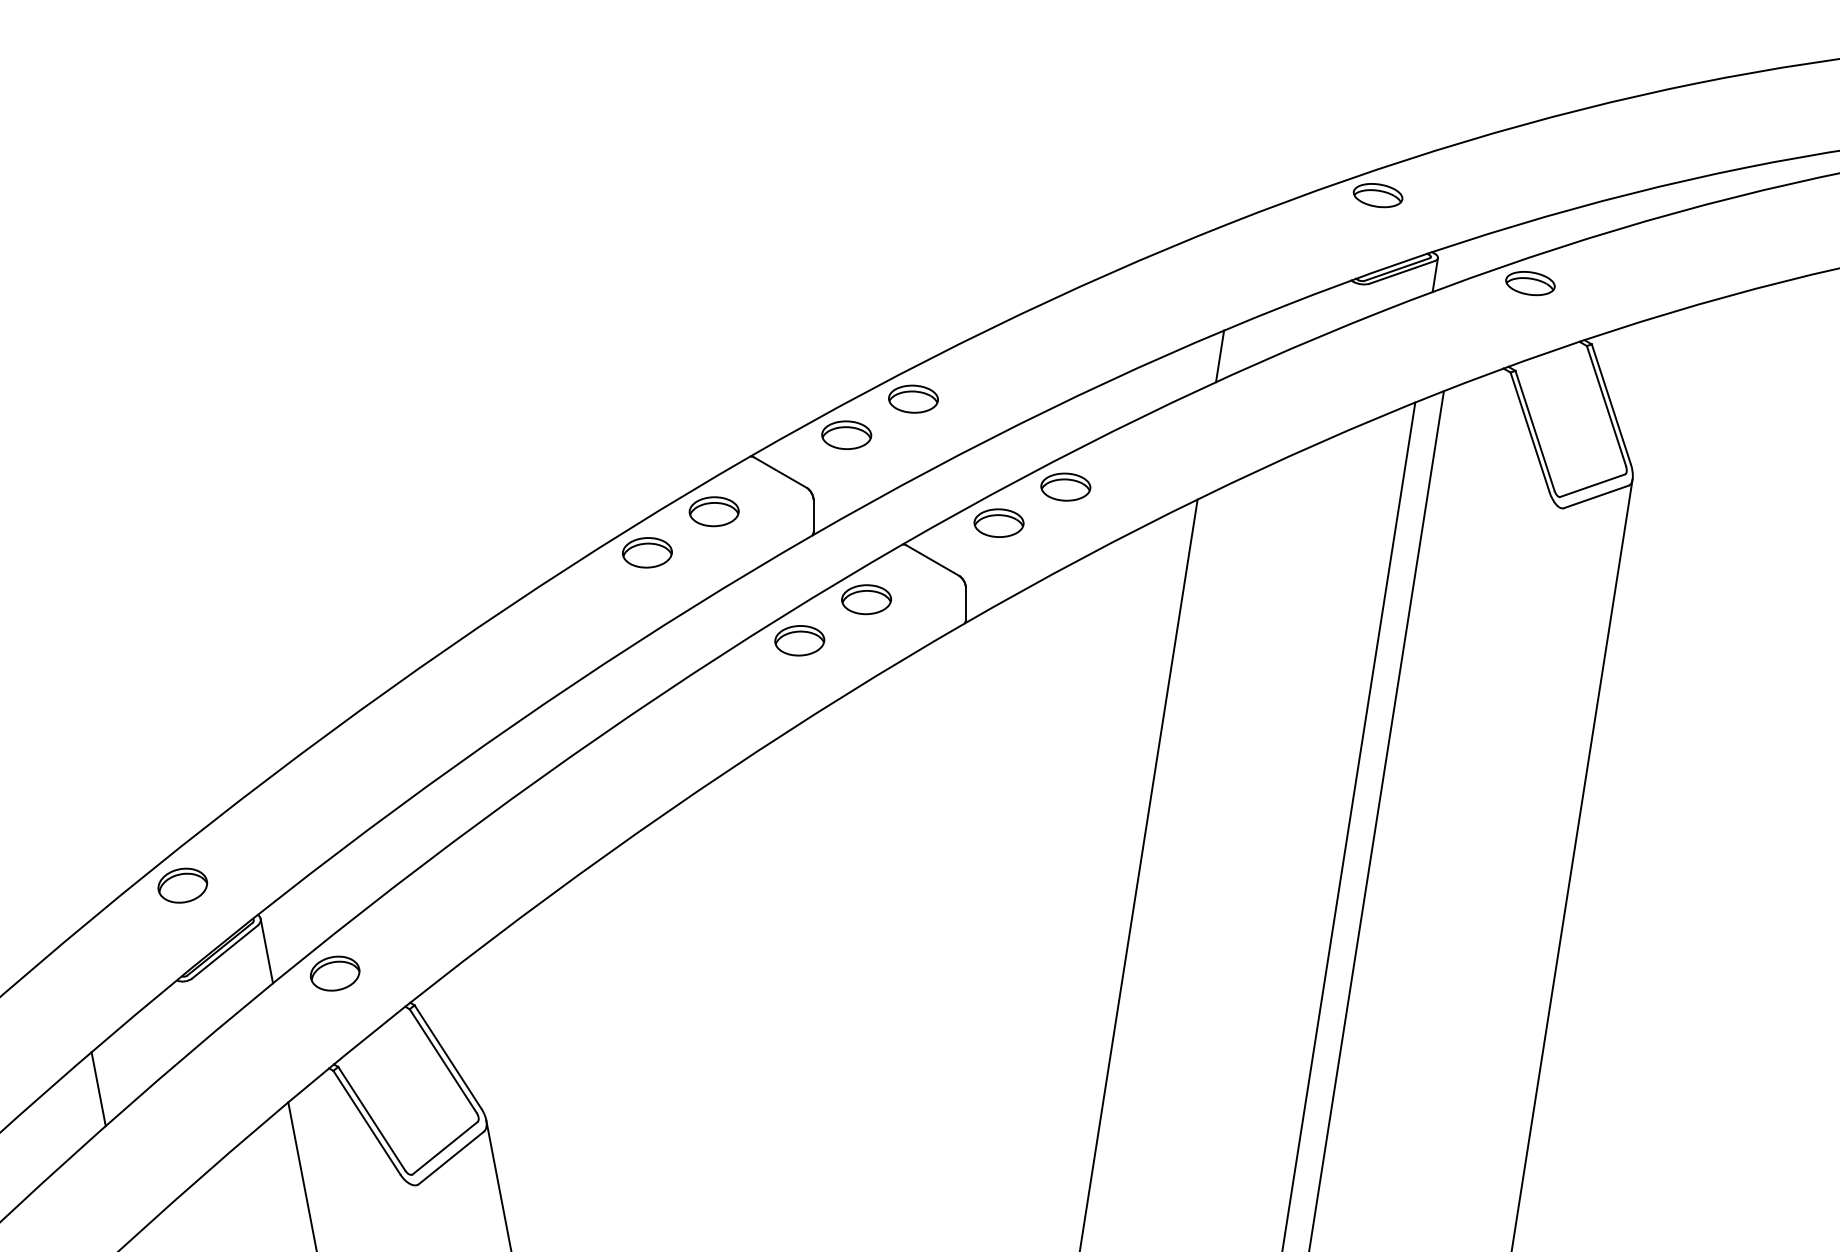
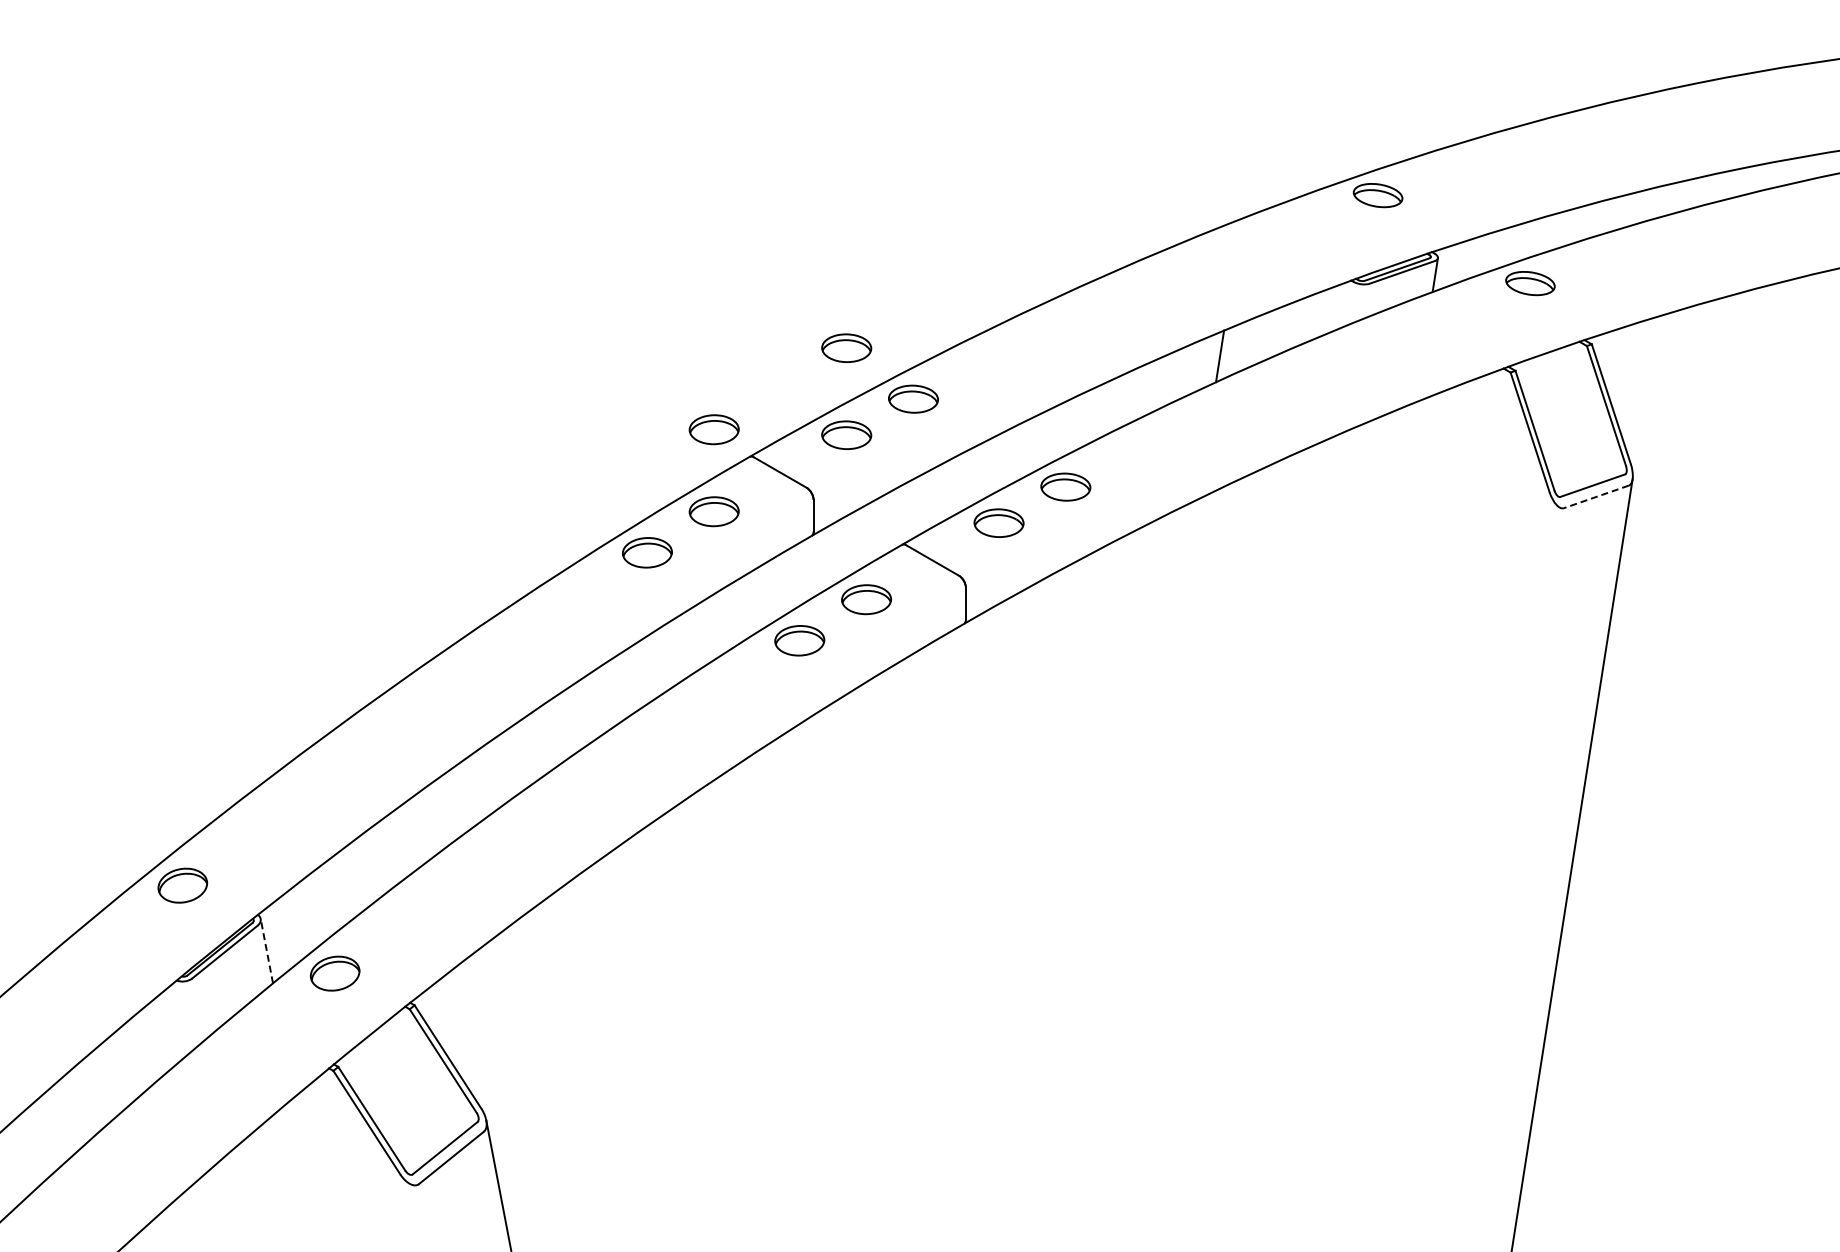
part at (846, 347): none -> present
part at (713, 429): none -> present
line at (1595, 497): solid -> dashed
line at (1376, 819): present -> none
line at (1348, 825): present -> none
line at (1138, 873): present -> none
line at (266, 951): solid -> dashed
line at (98, 1089): present -> none
line at (302, 1175): present -> none
